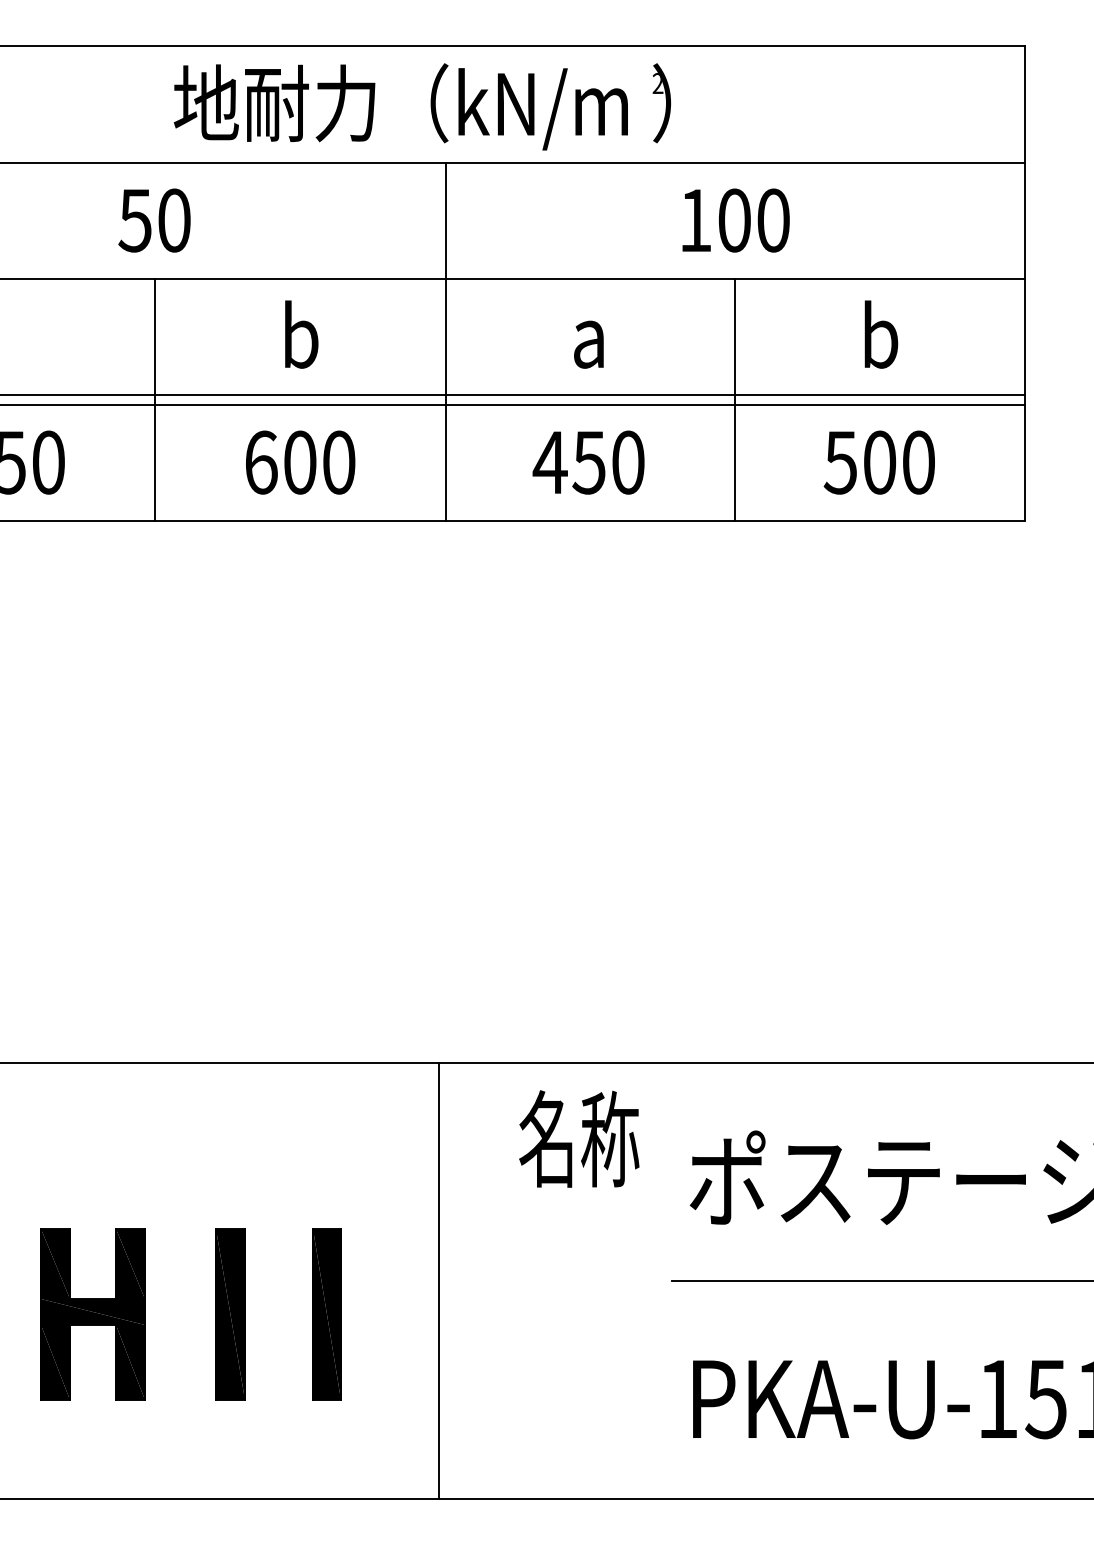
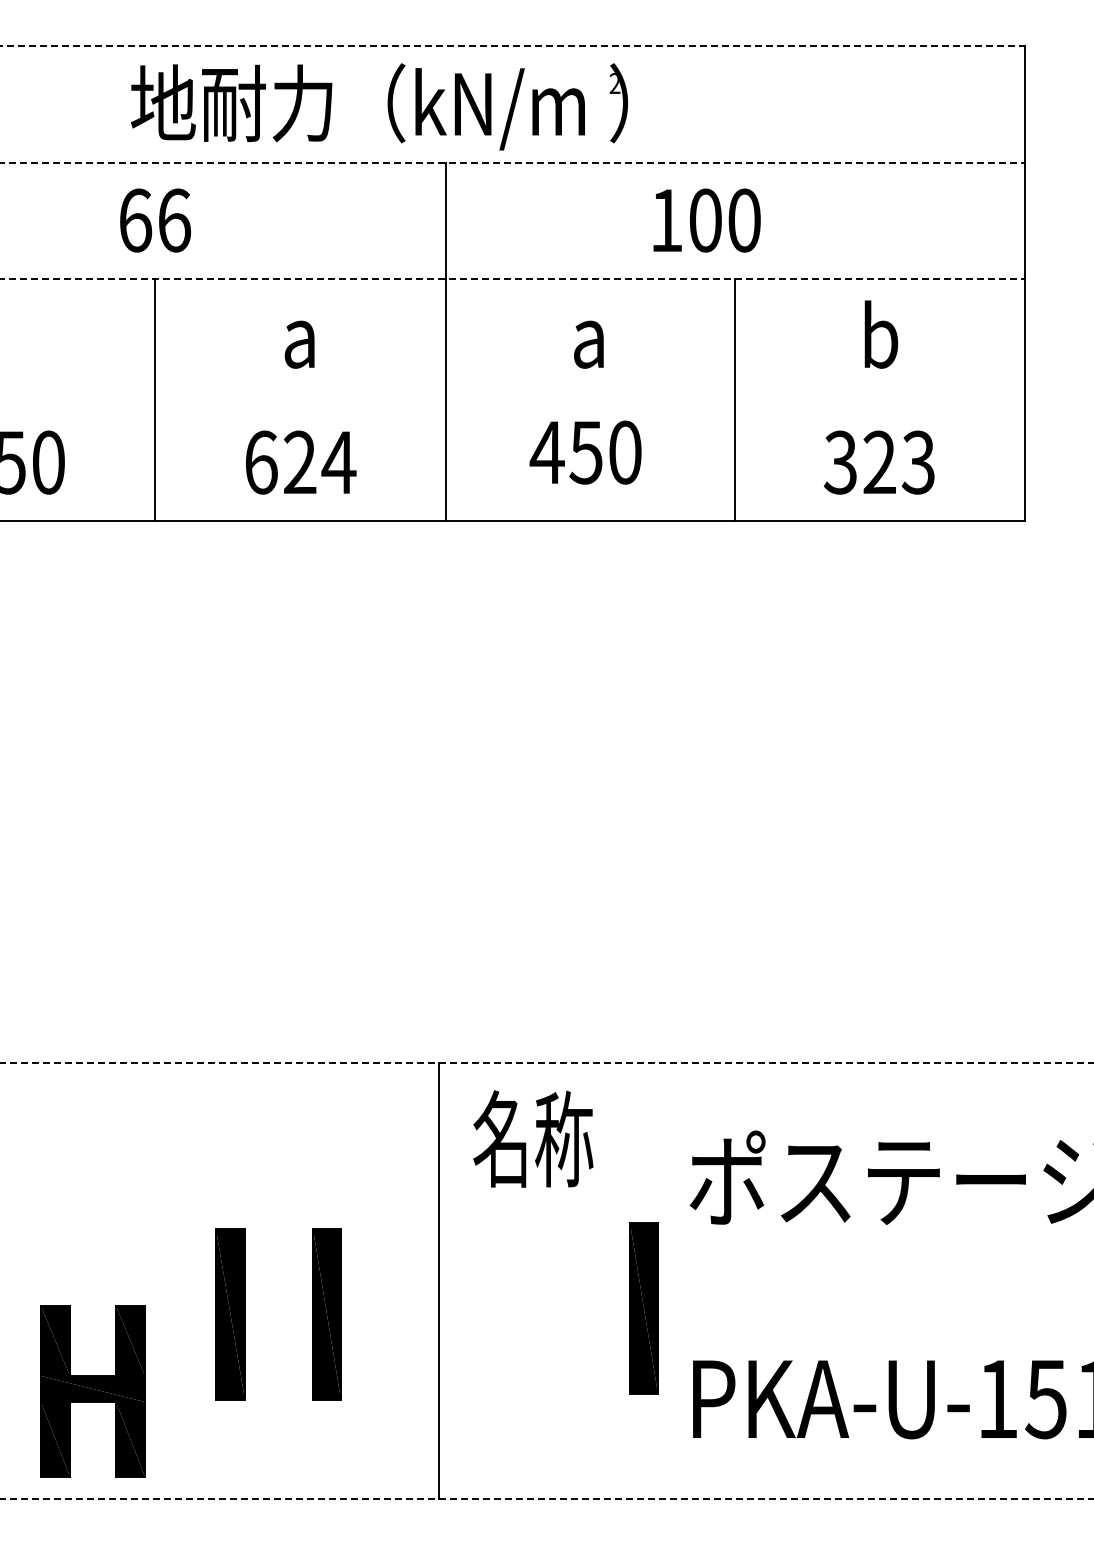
line at (513, 46): solid -> dashed
text at (421, 106) position: (421, 106) -> (378, 106)
line at (513, 162): solid -> dashed
text at (154, 220): 50 -> 66
text at (735, 220) position: (735, 220) -> (706, 220)
line at (513, 278): solid -> dashed
text at (301, 334): b -> a
line at (513, 394): present -> none
line at (513, 404): present -> none
text at (320, 462): 600 -> 624
text at (588, 462) position: (588, 462) -> (585, 452)
text at (878, 462): 500 -> 323
line at (546, 1062): solid -> dashed
text at (579, 1138) position: (579, 1138) -> (533, 1138)
line at (880, 1280): present -> none
part at (643, 1308): none -> present
part at (92, 1314) position: (92, 1314) -> (92, 1391)
line at (546, 1498): solid -> dashed
